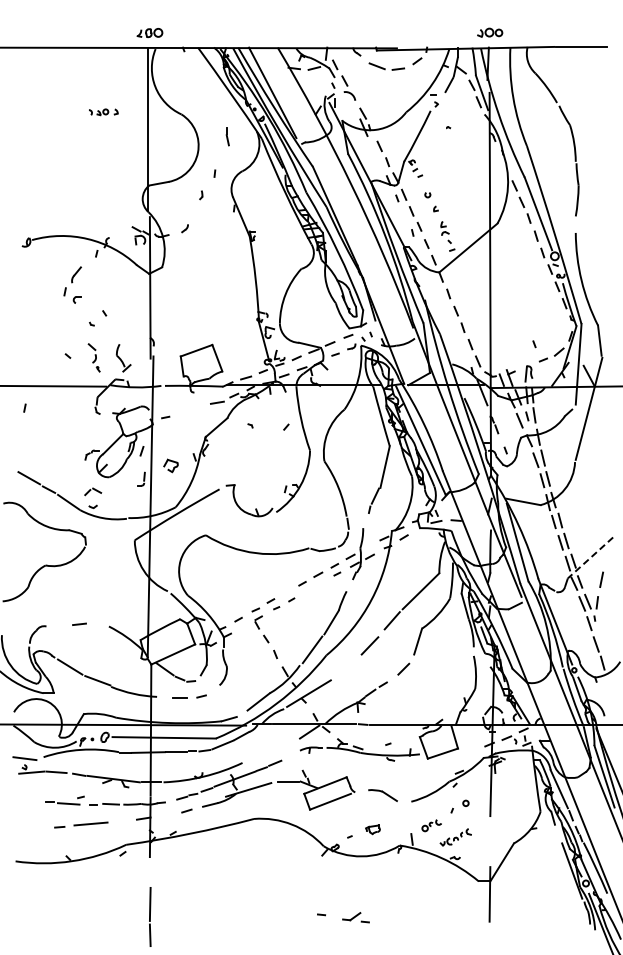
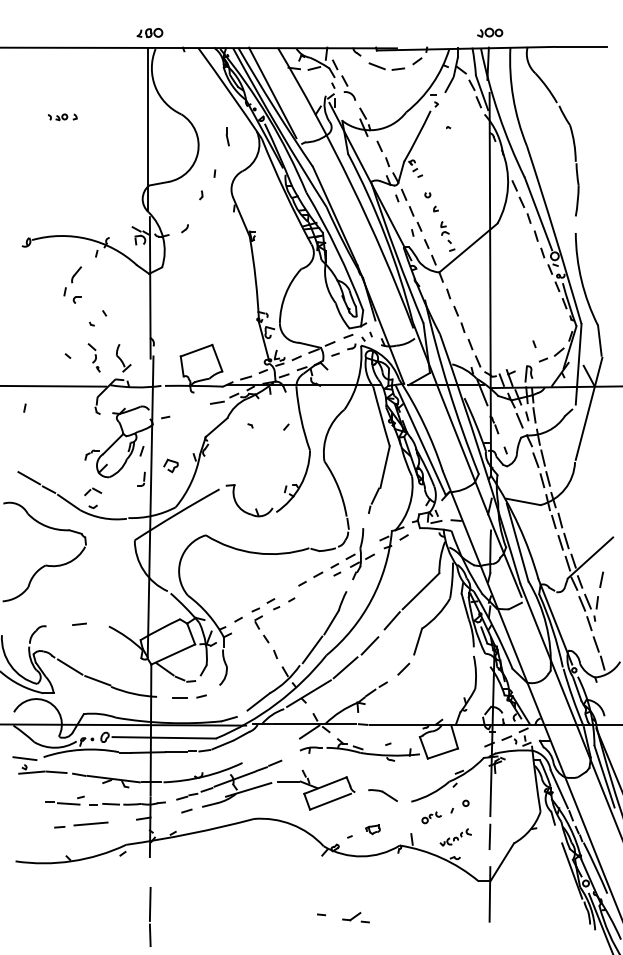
part at (103, 112) position: (103, 112) -> (62, 117)
line at (590, 557): dashed -> solid
line at (345, 667): none -> present
part at (431, 825) position: (431, 825) -> (431, 817)
line at (489, 836): none -> present
